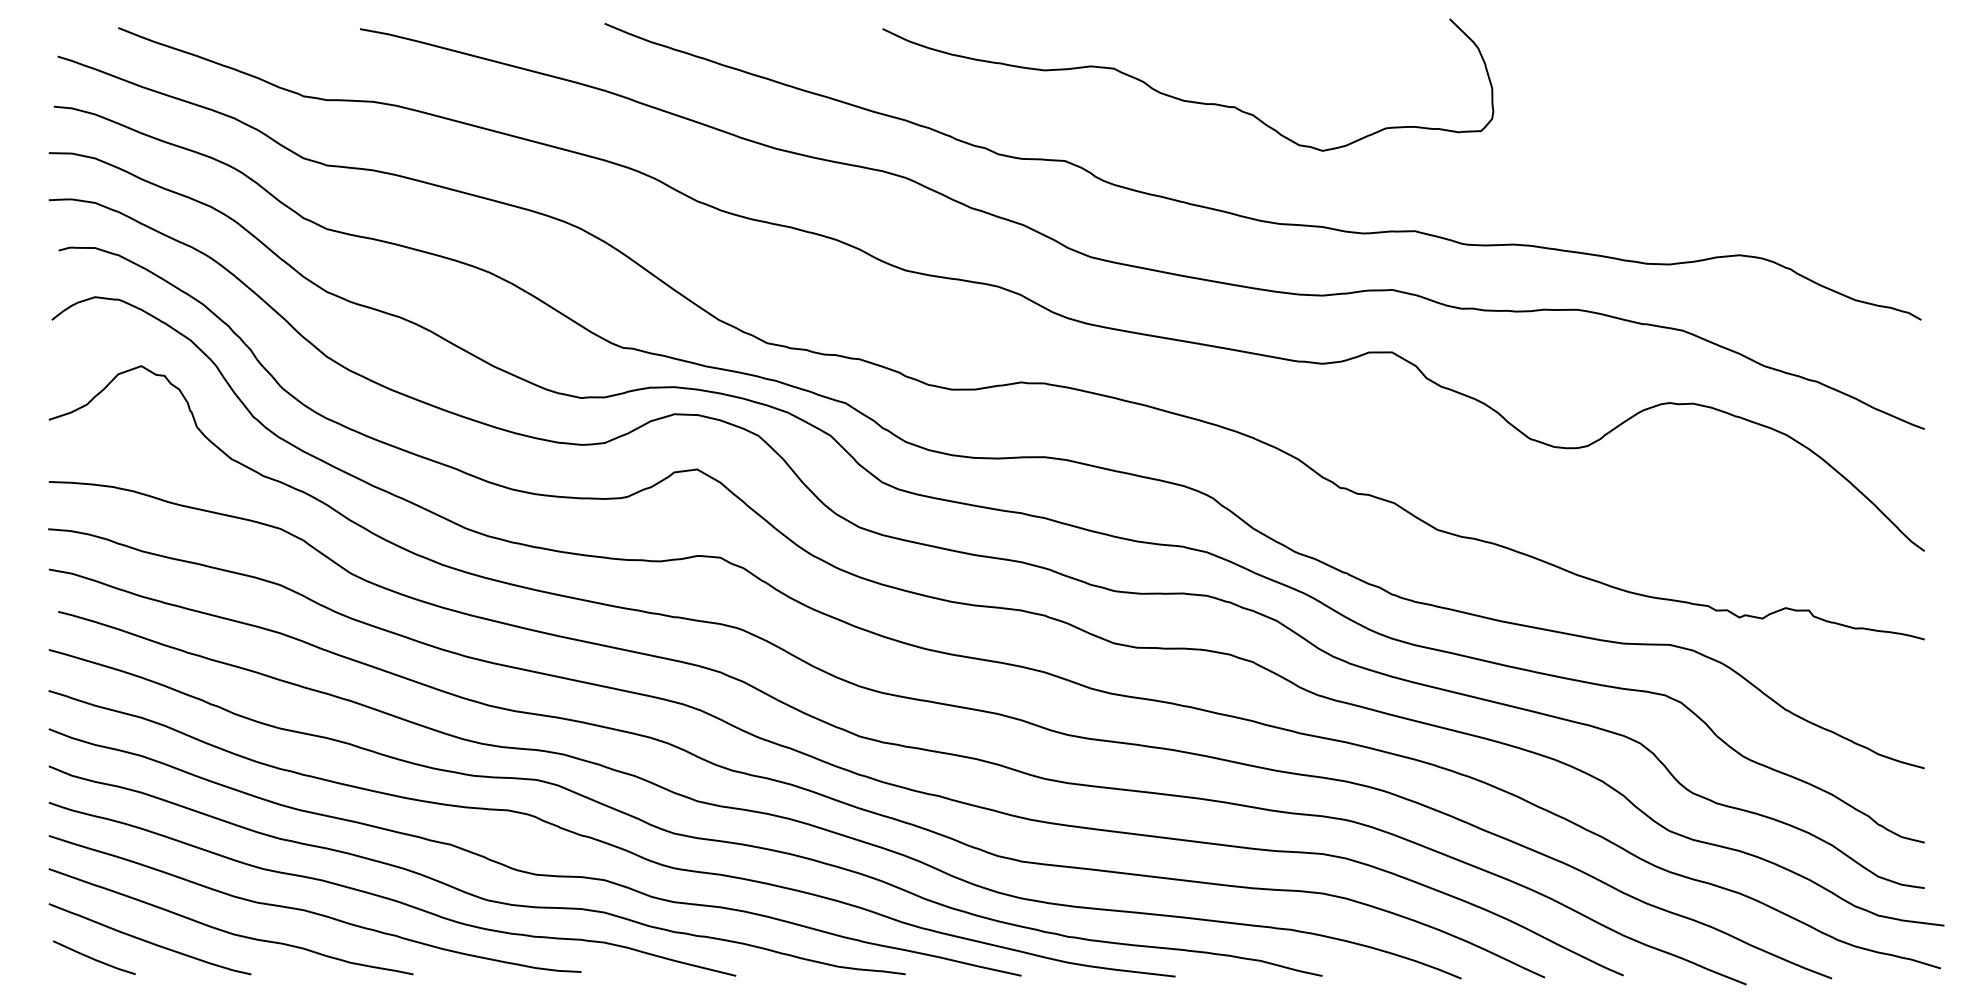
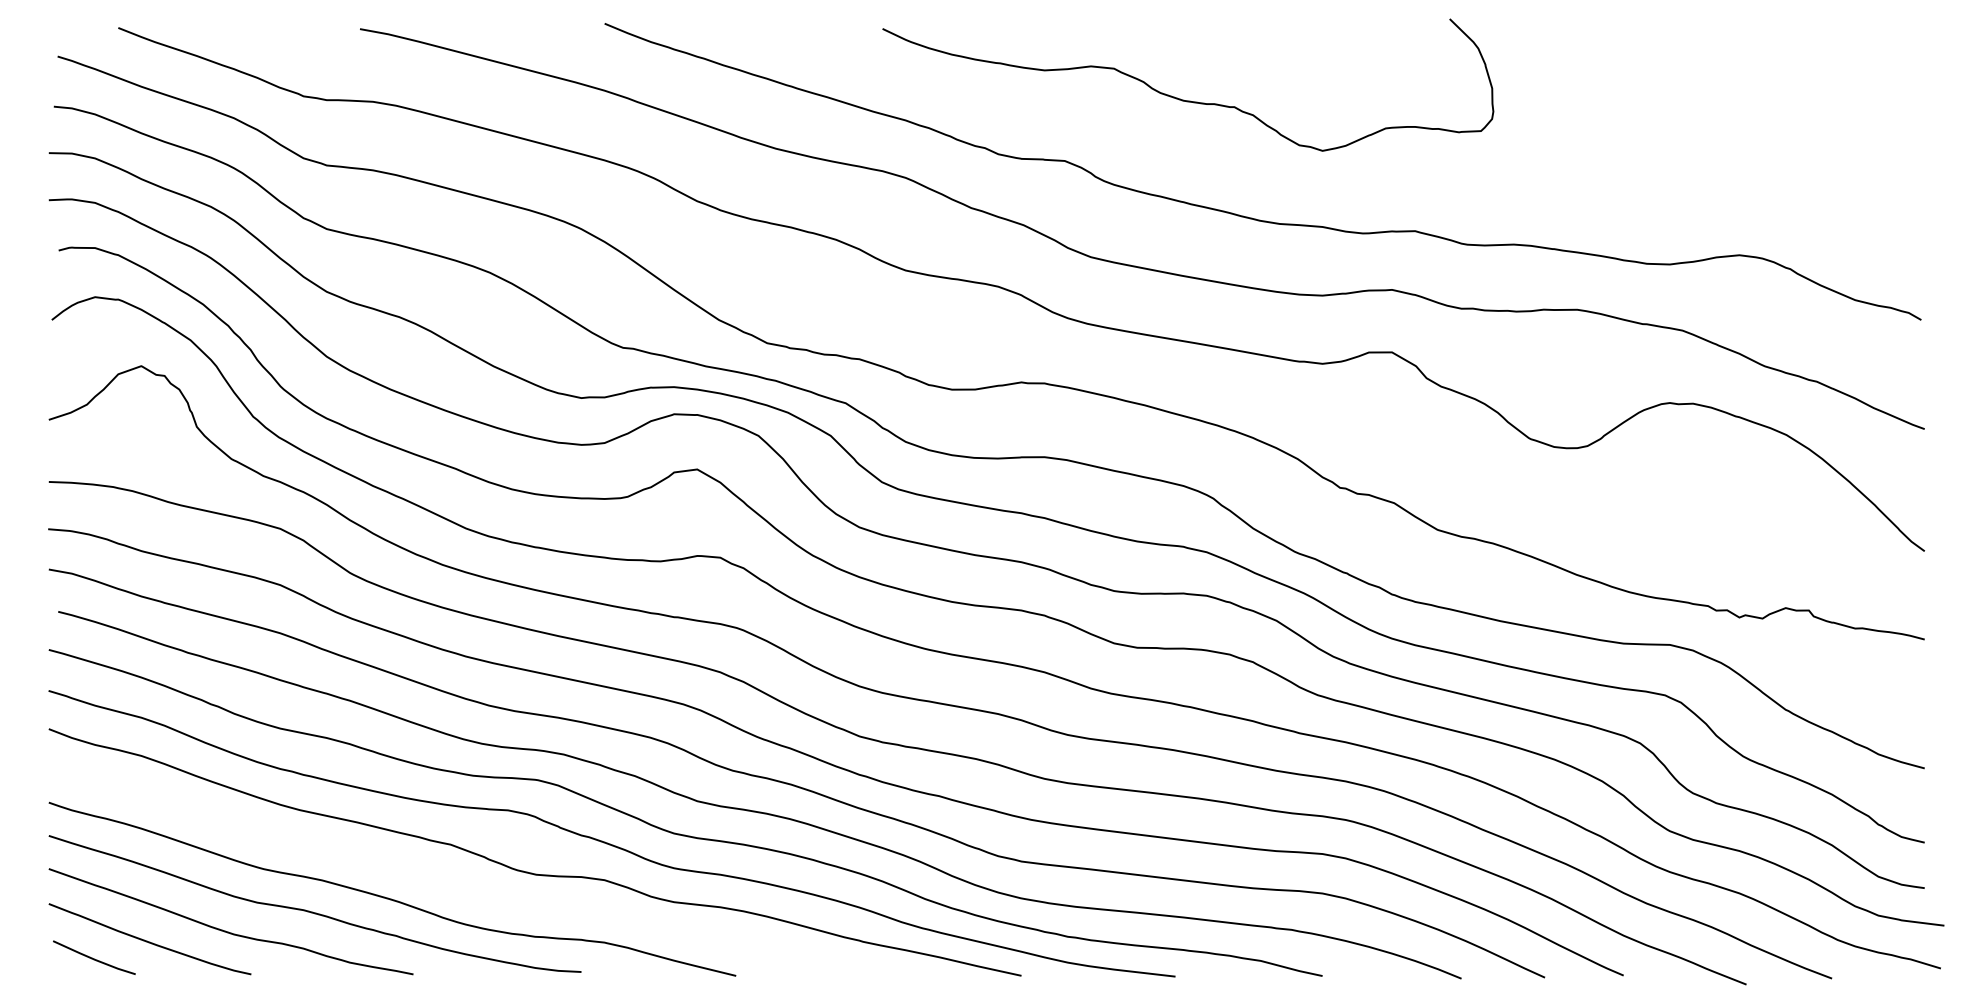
curve at (466, 891): present -> none
